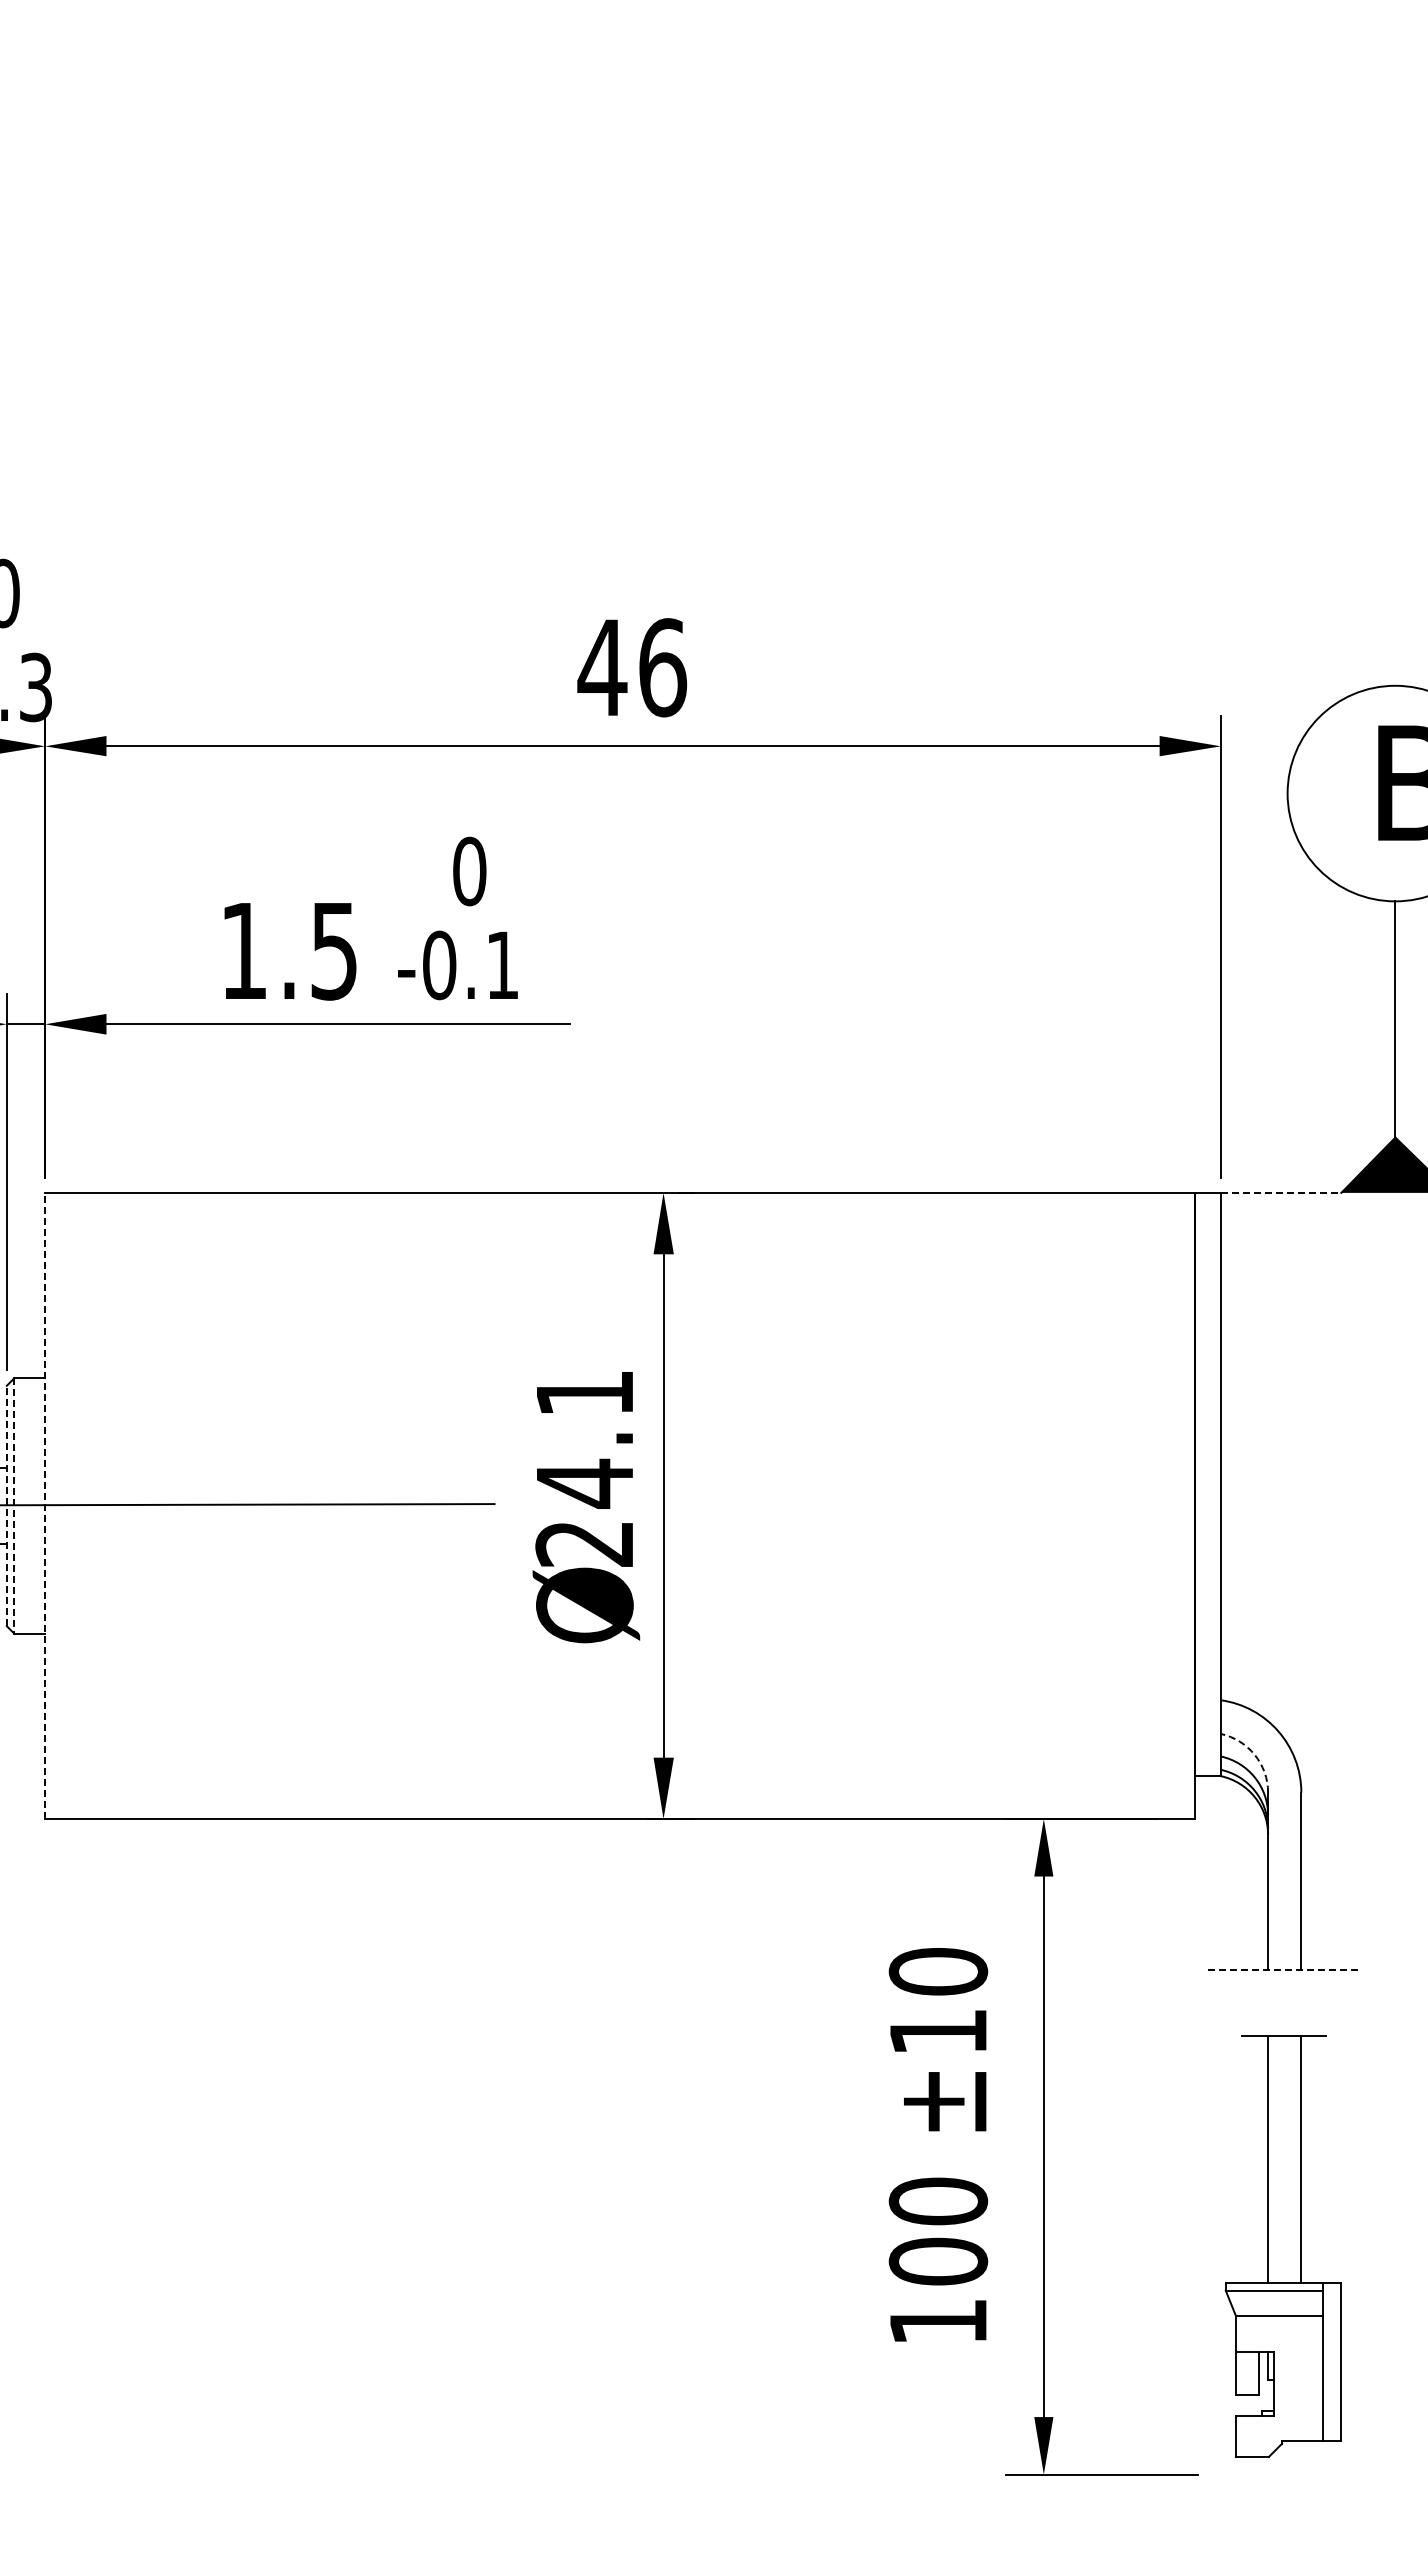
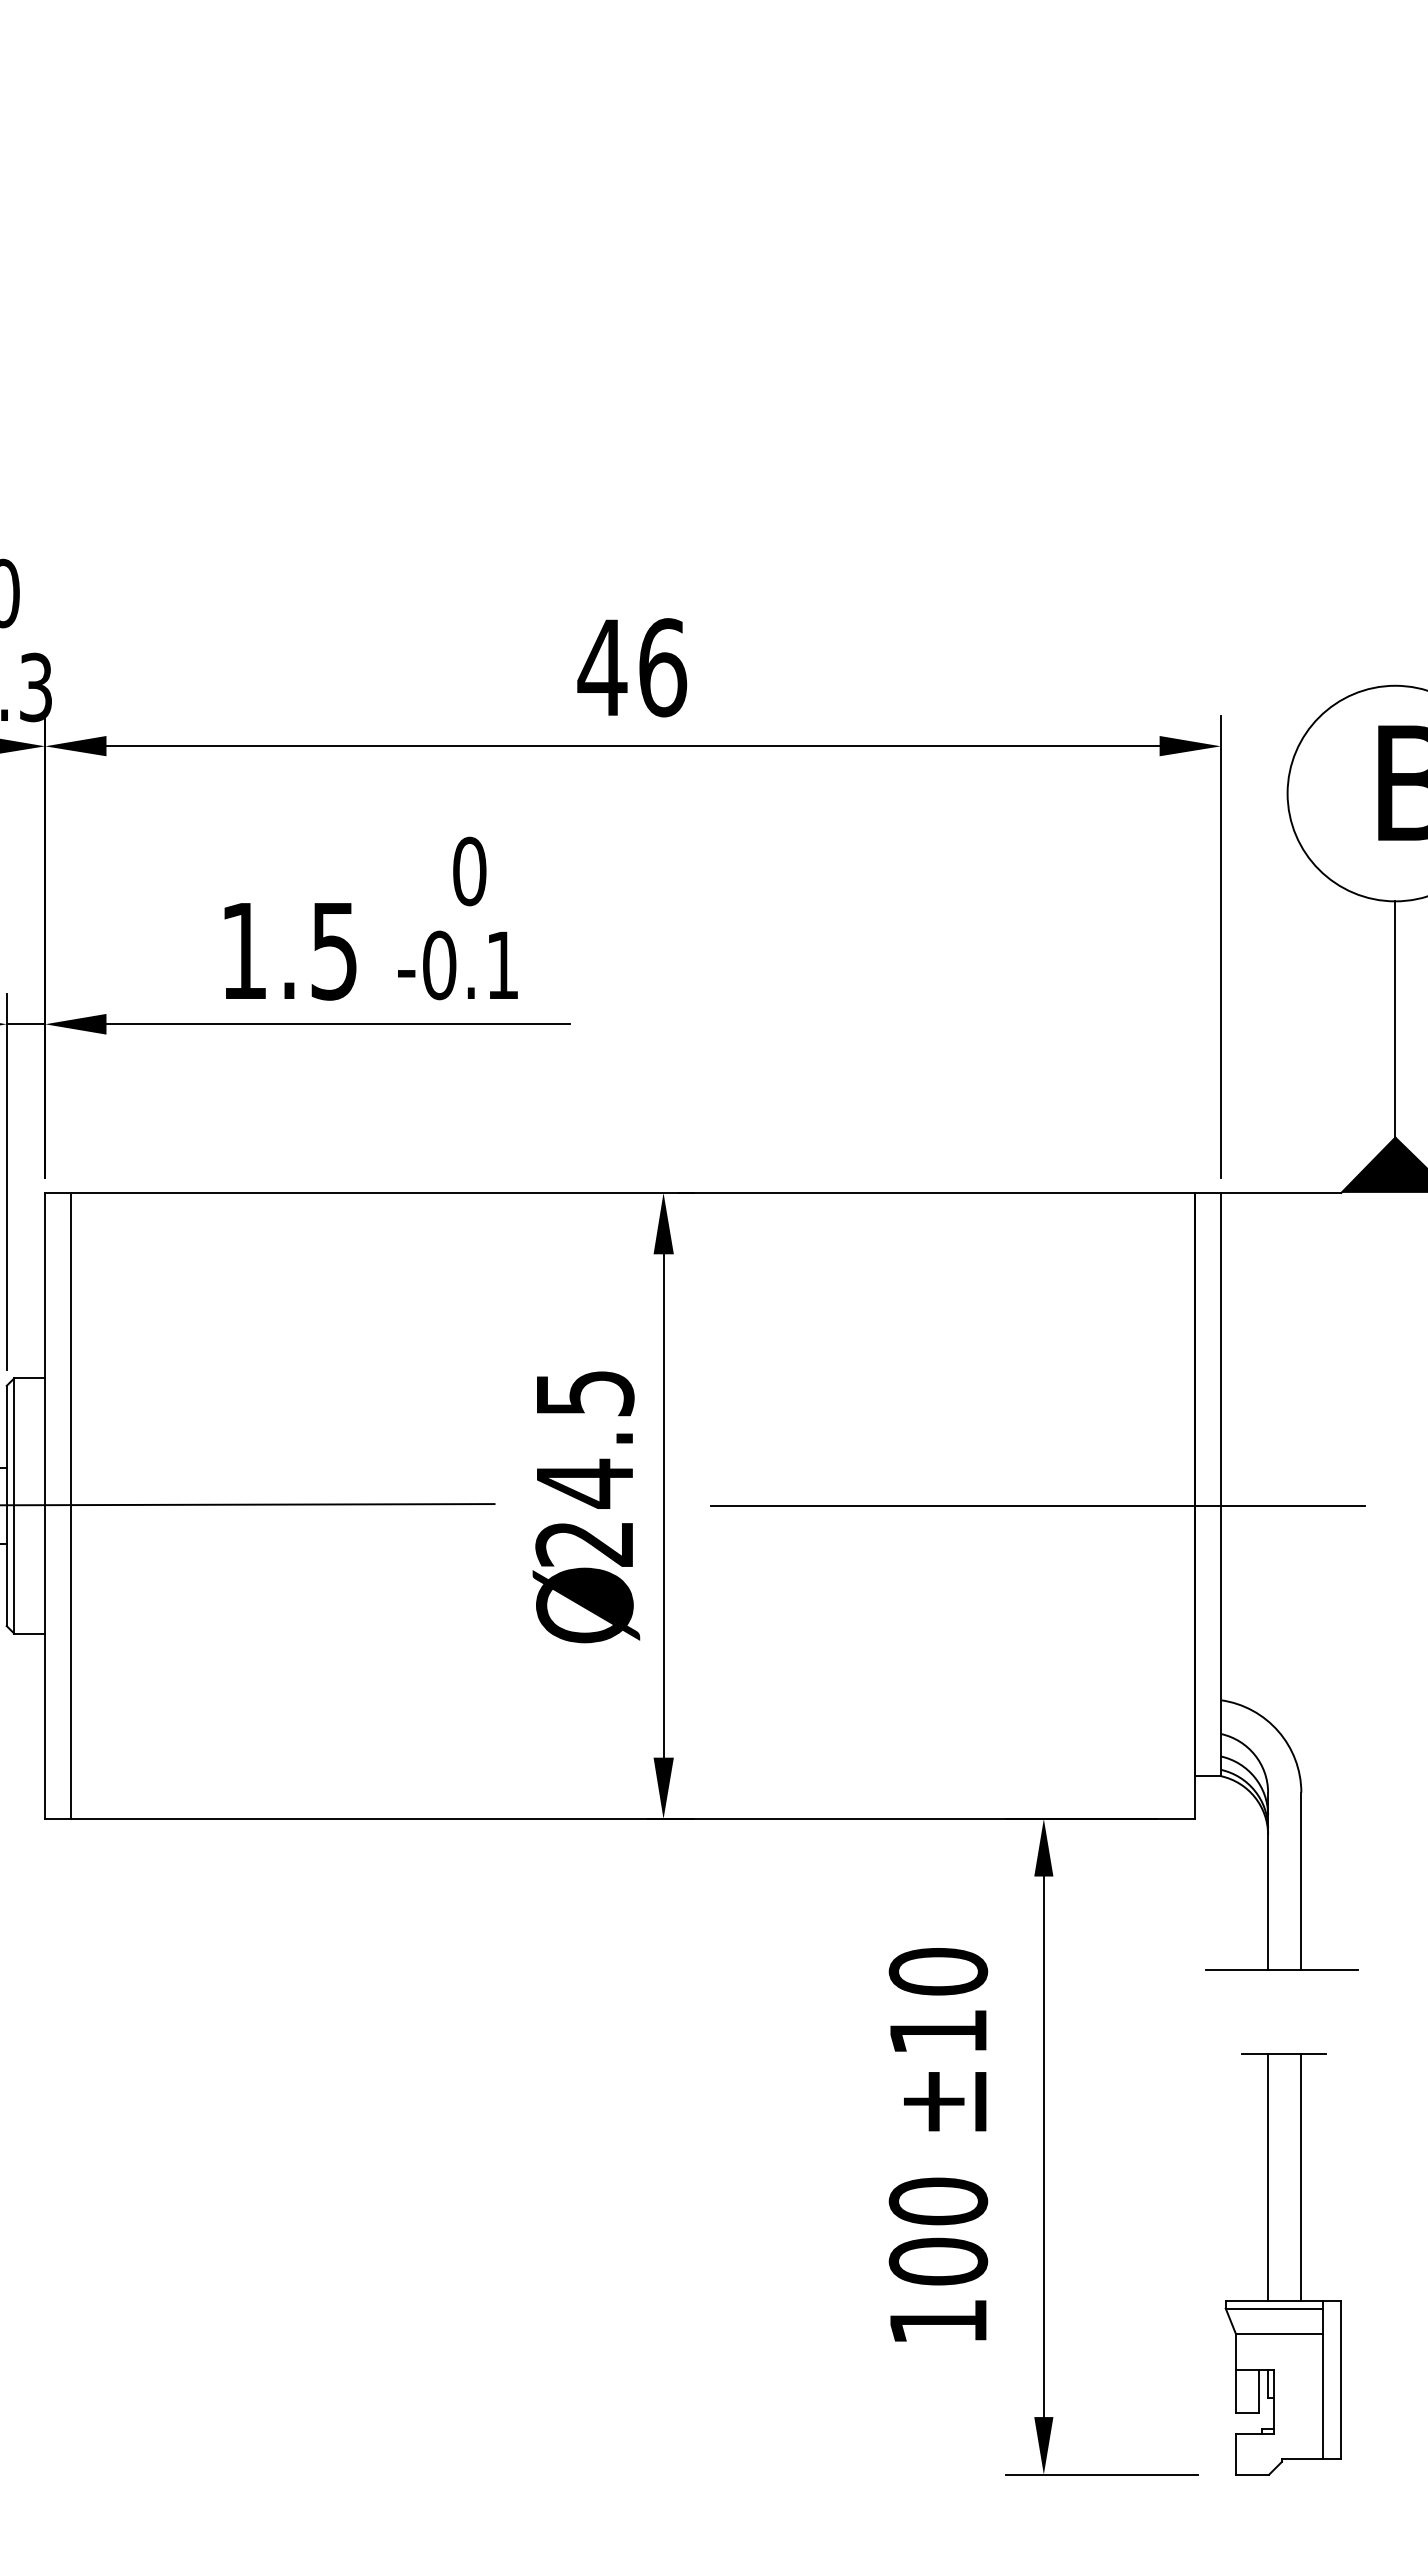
line at (1281, 1192): dashed -> solid
text at (585, 1393): 24.1 -> 24.5
line at (6, 1505): dashed -> solid
line at (14, 1505): dashed -> solid
line at (45, 1505): dashed -> solid
line at (70, 1505): none -> present
line at (1037, 1505): none -> present
arc at (1254, 1754): dashed -> solid
line at (1282, 1969): dashed -> solid
part at (1282, 2246) position: (1282, 2246) -> (1282, 2264)
